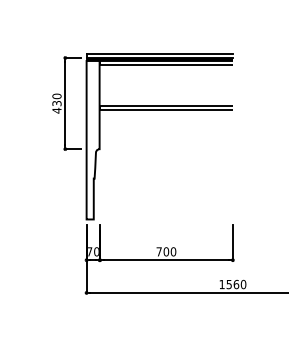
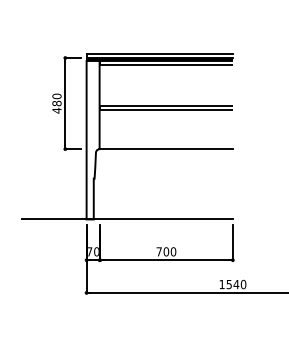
text at (56, 103): 430 -> 480
line at (165, 149): none -> present
line at (127, 219): none -> present
text at (236, 284): 1560 -> 1540
